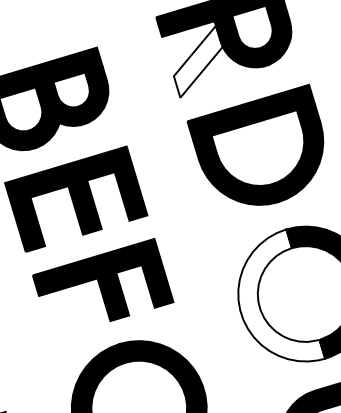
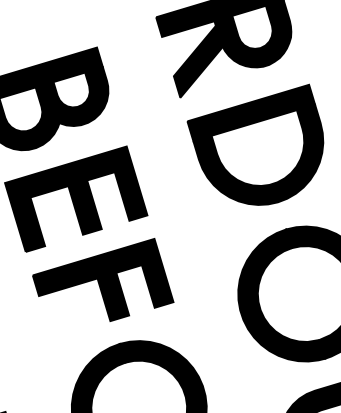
fill at (197, 61): none -> present
fill at (281, 295): none -> present
